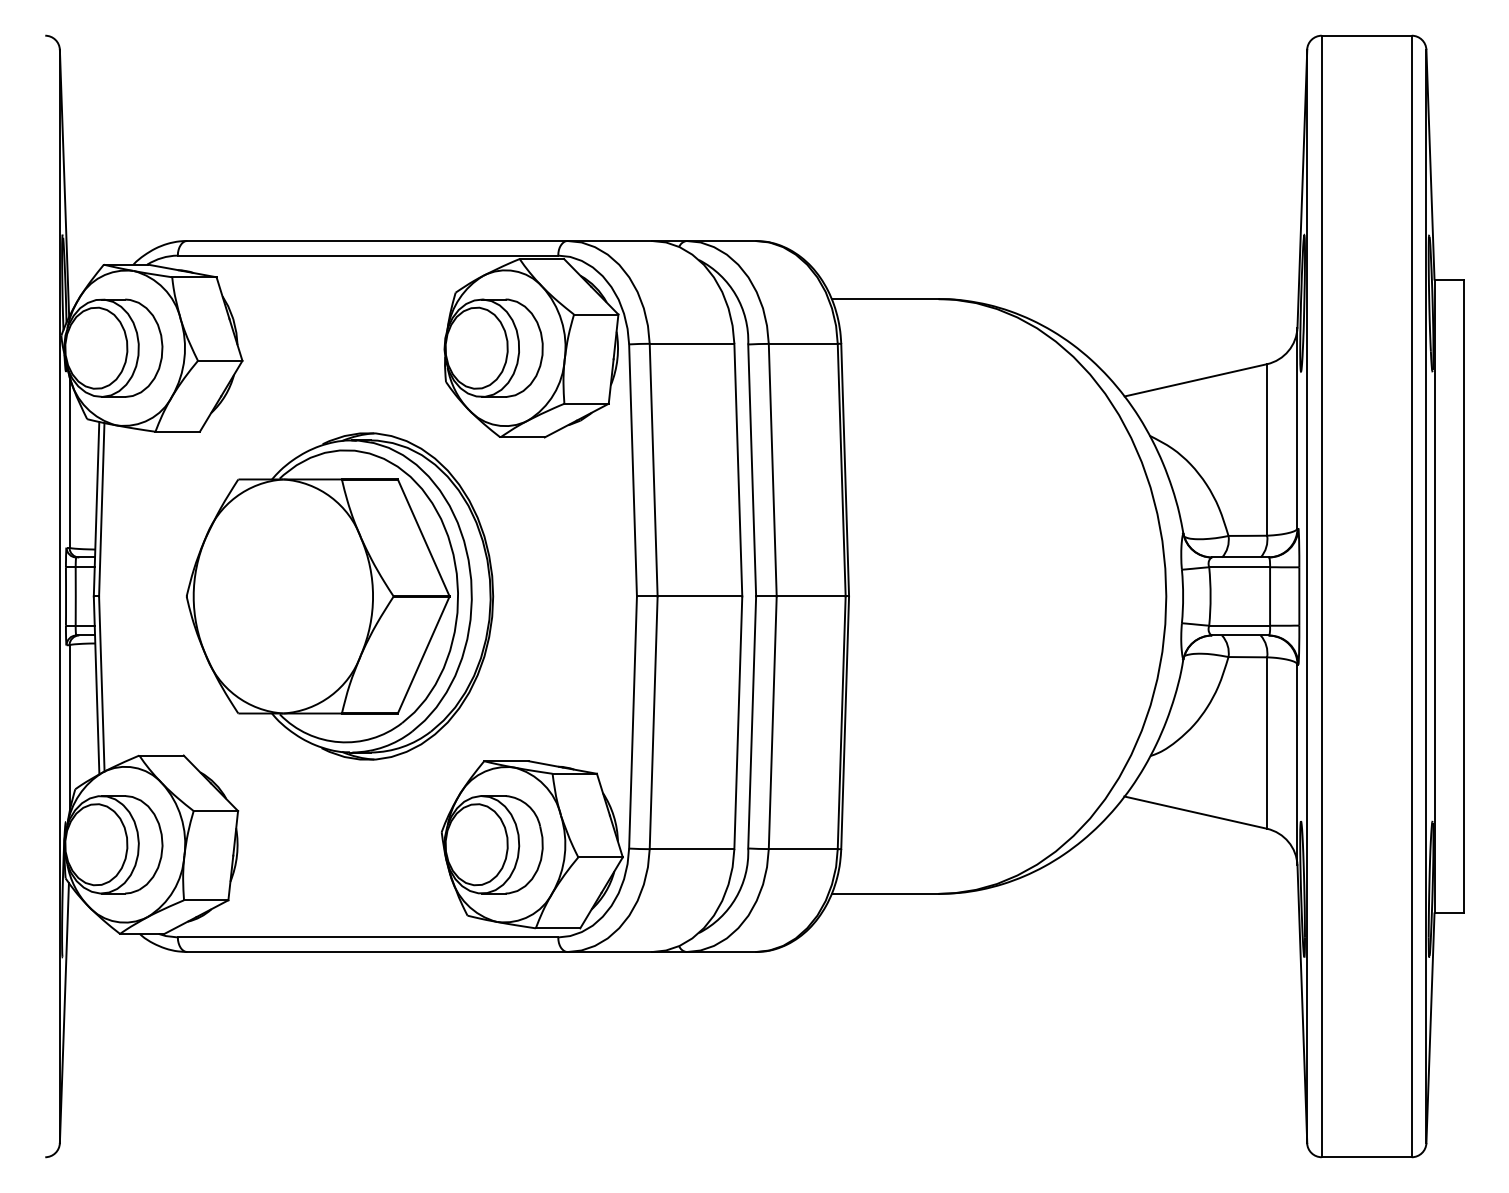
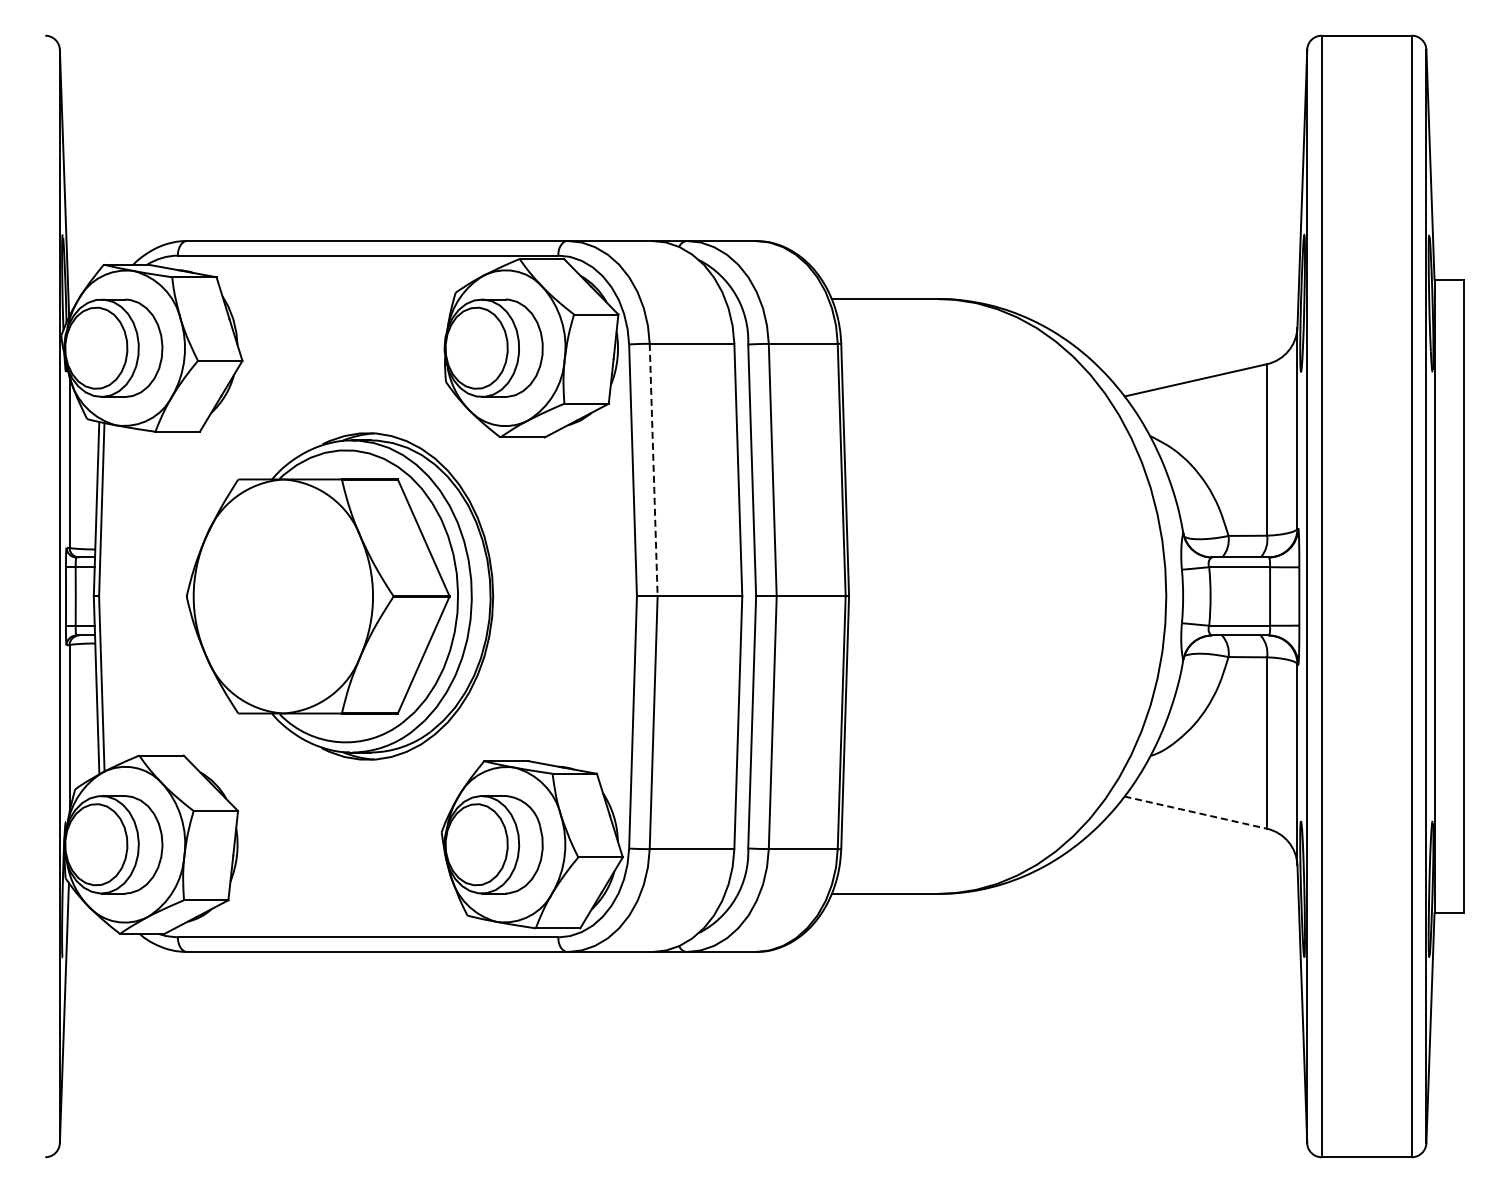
line at (653, 470): solid -> dashed
line at (1196, 812): solid -> dashed
